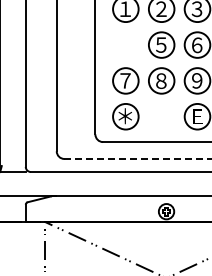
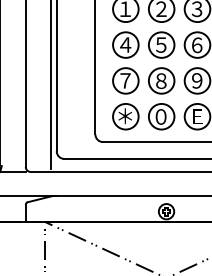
part at (125, 44): none -> present
line at (51, 85): none -> present
part at (161, 116): none -> present
line at (138, 158): dashed -> solid
